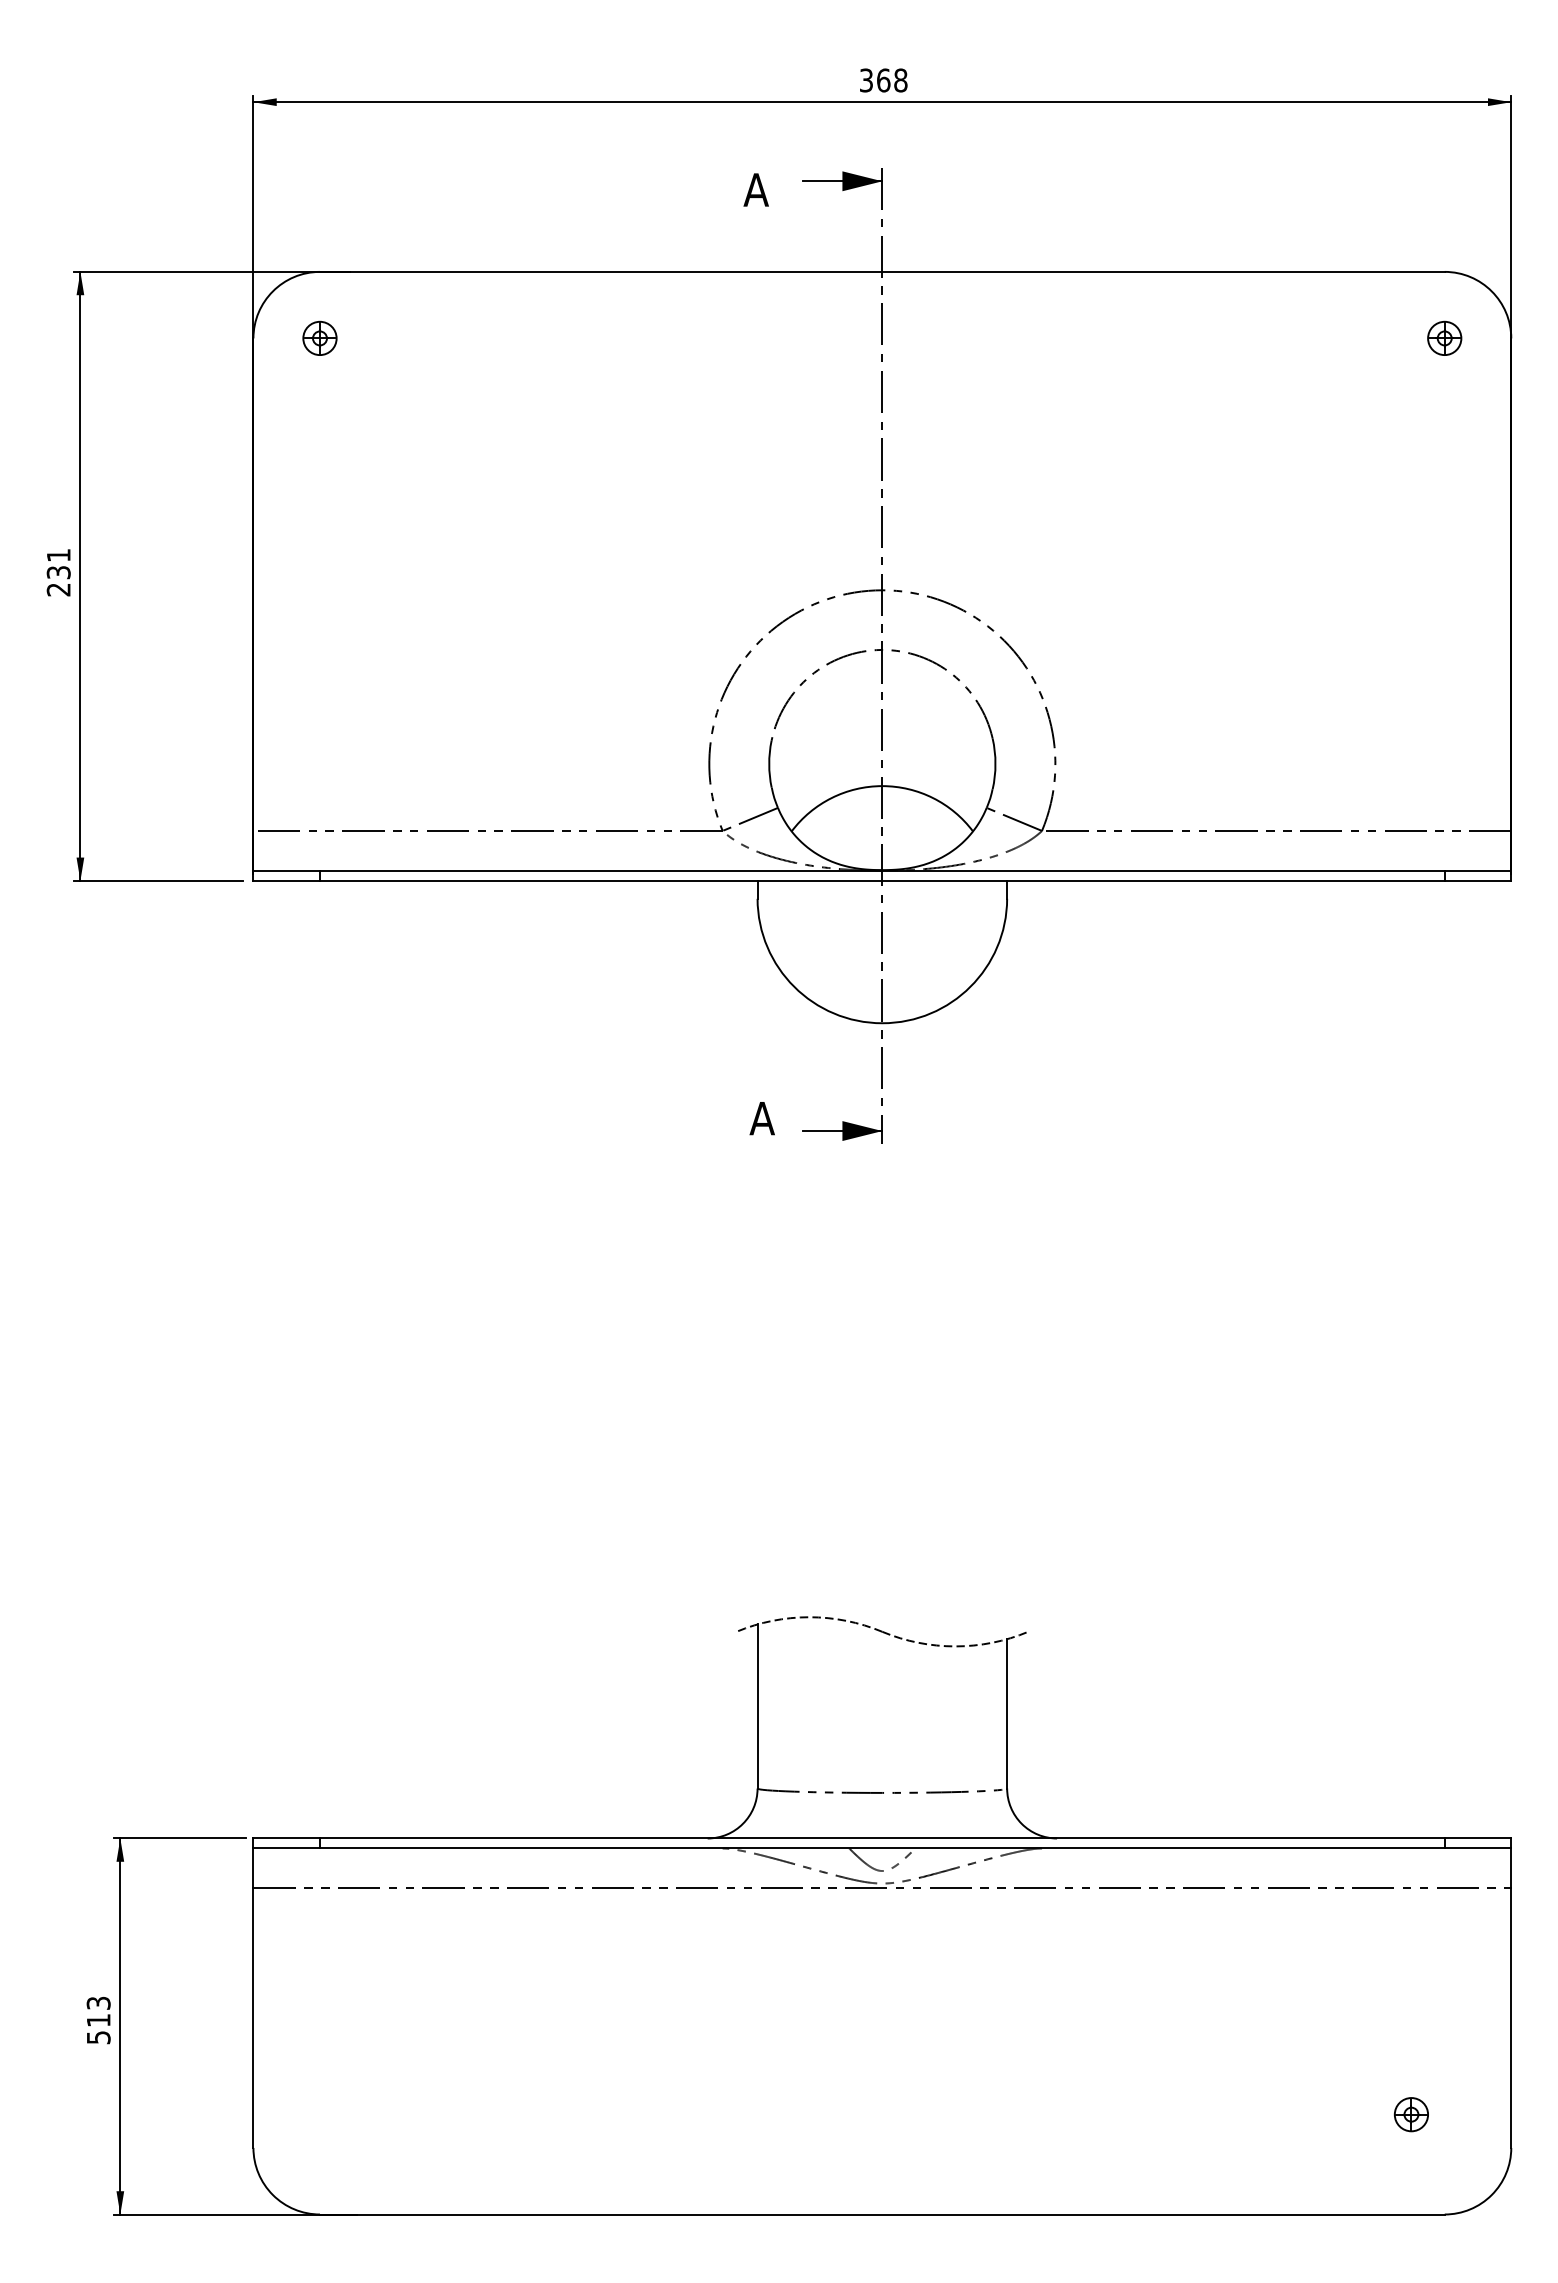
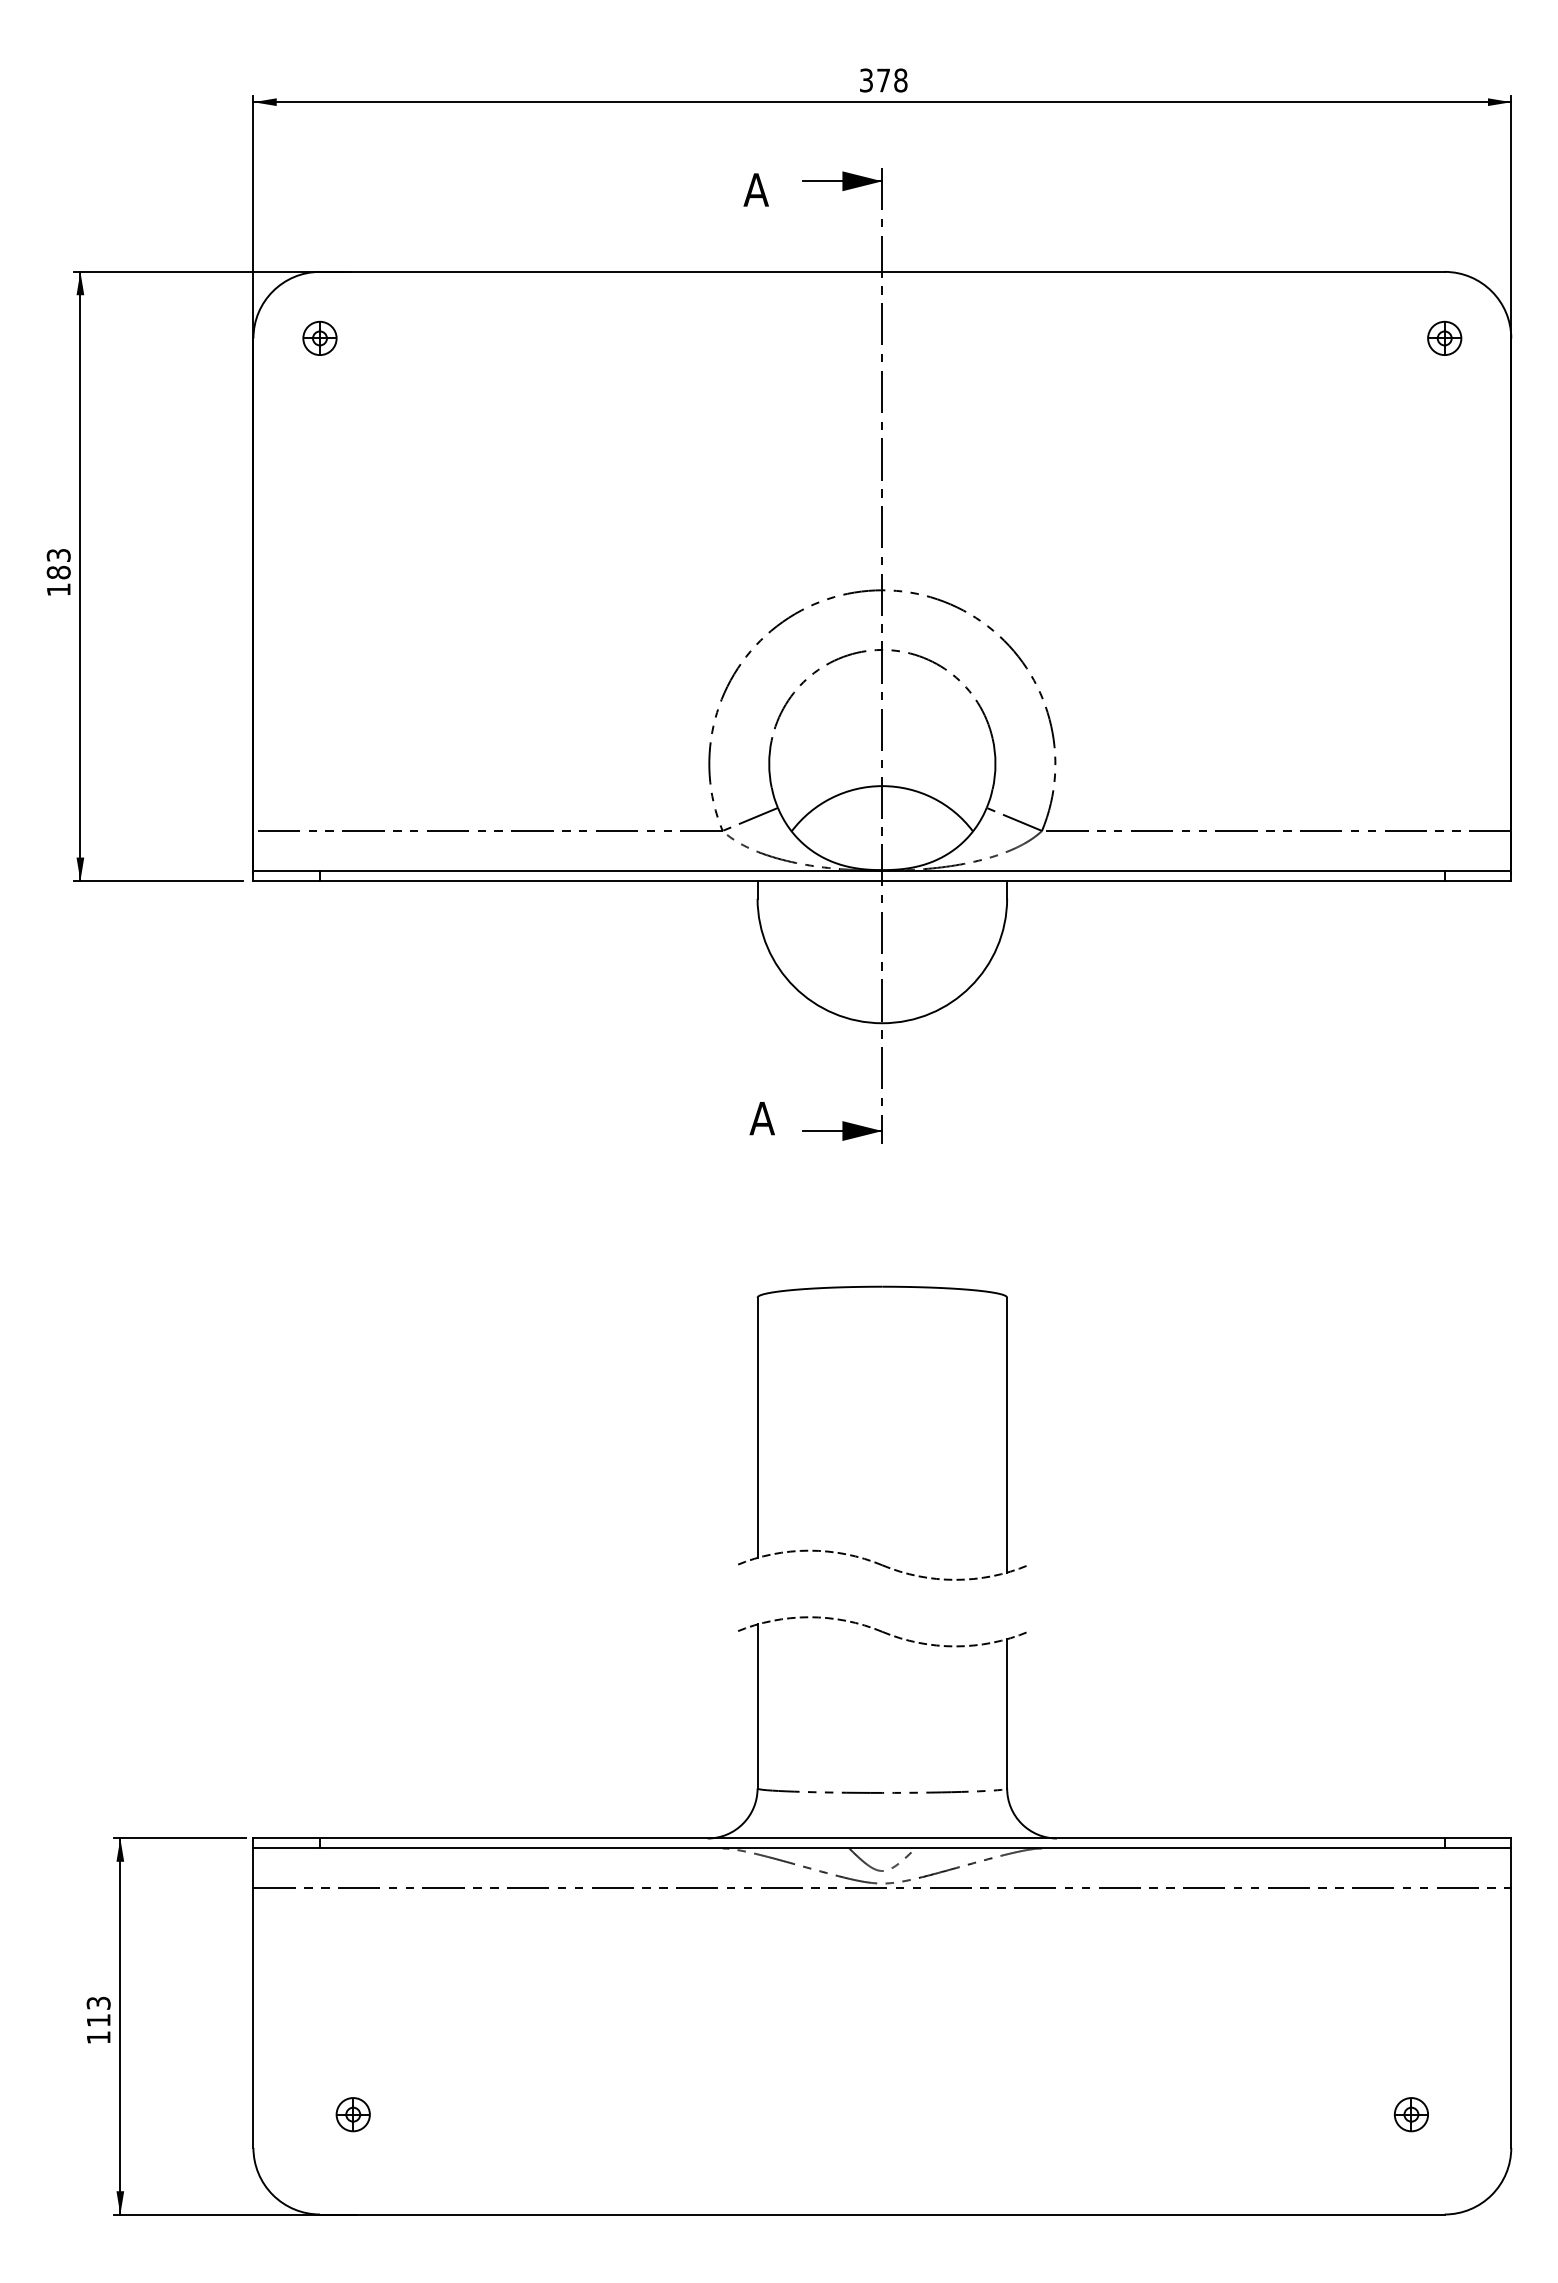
text at (883, 80): 368 -> 378
text at (58, 572): 231 -> 183
part at (758, 1432): none -> present
text at (98, 2037): 513 -> 113
part at (352, 2114): none -> present
